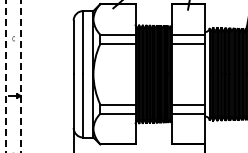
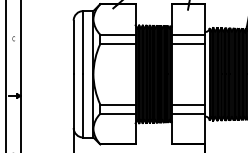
line at (5, 76): dashed -> solid
line at (20, 76): dashed -> solid
